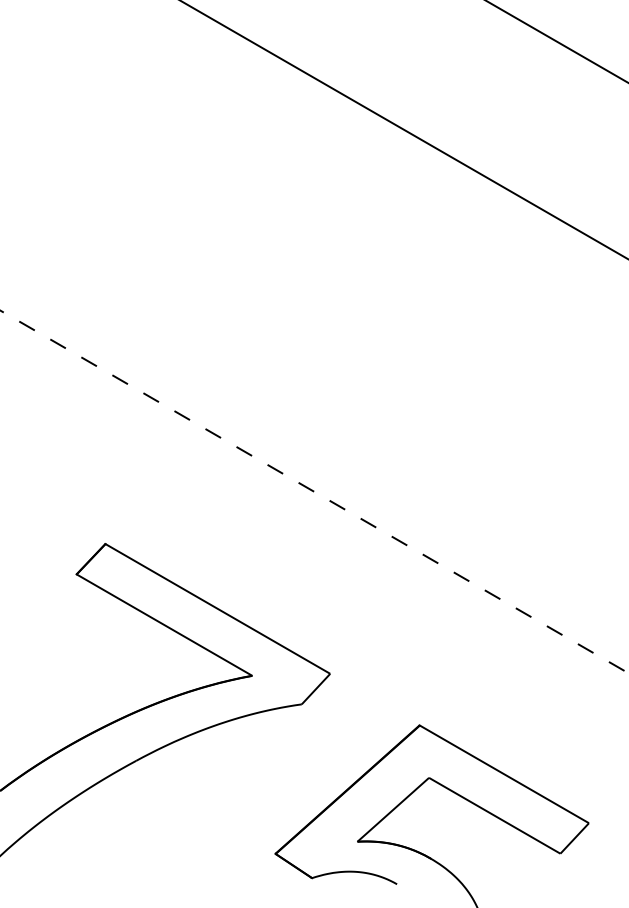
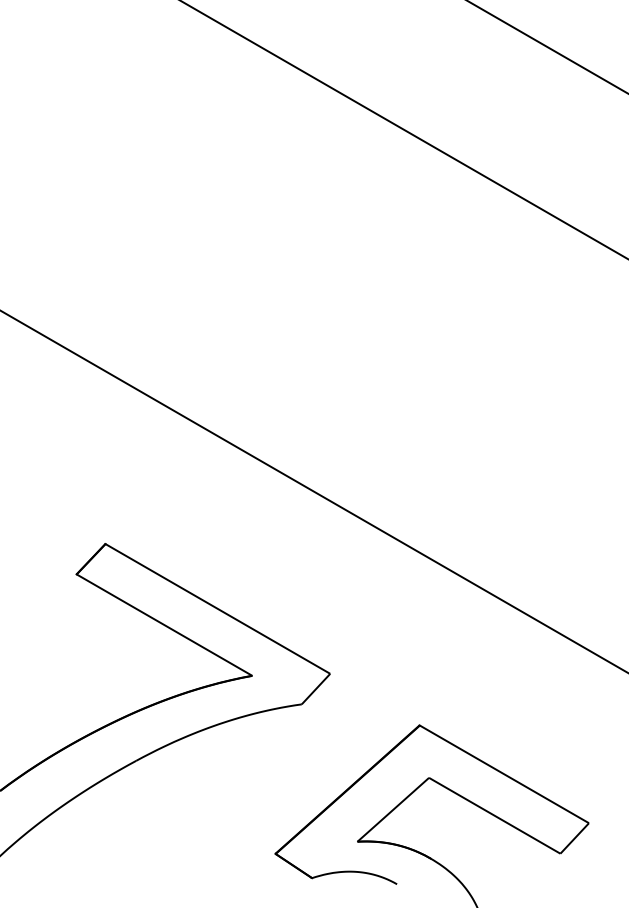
line at (556, 41) position: (556, 41) -> (547, 47)
line at (314, 491): dashed -> solid
